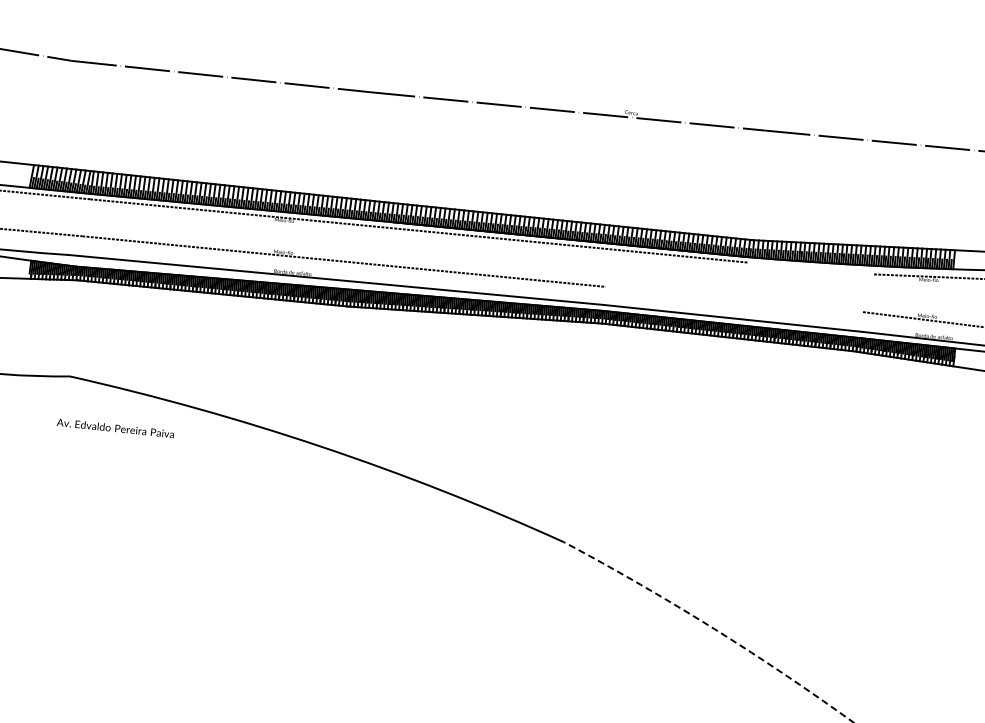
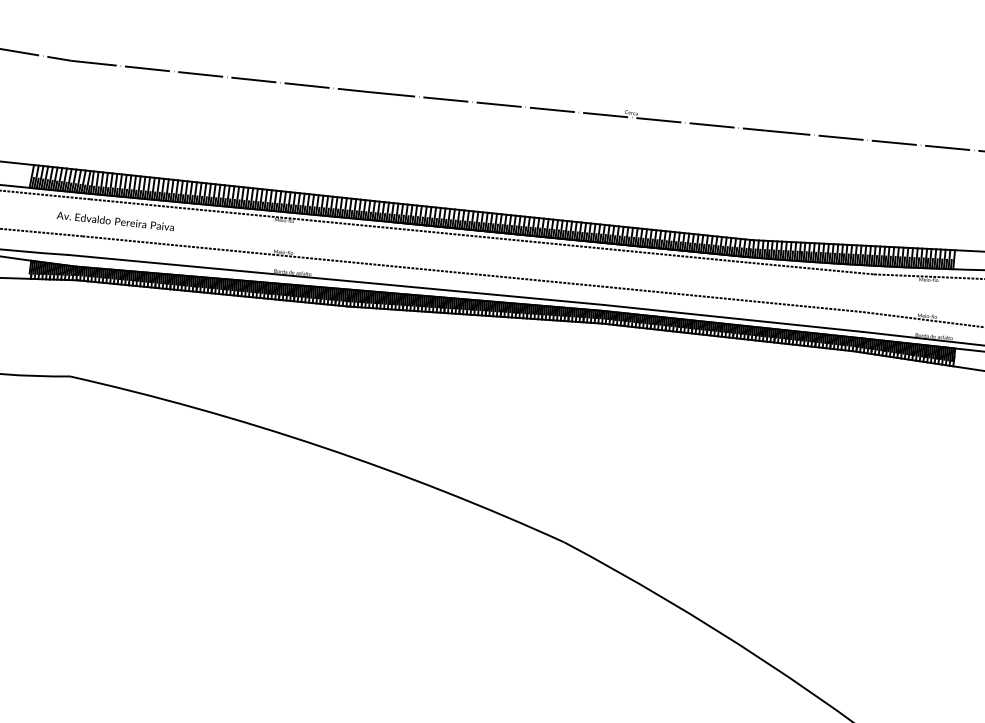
line at (811, 268): none -> present
line at (734, 299): none -> present
text at (114, 428) position: (114, 428) -> (114, 221)
arc at (712, 627): dashed -> solid
